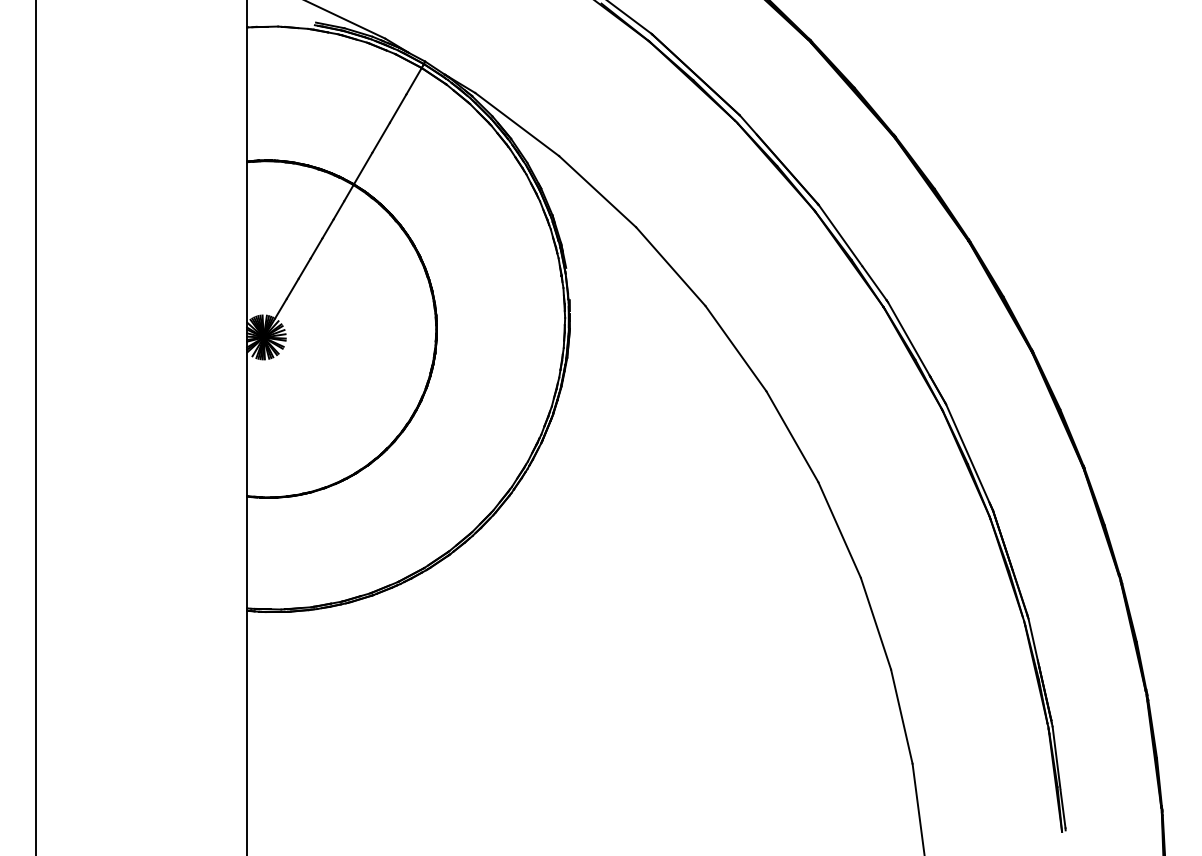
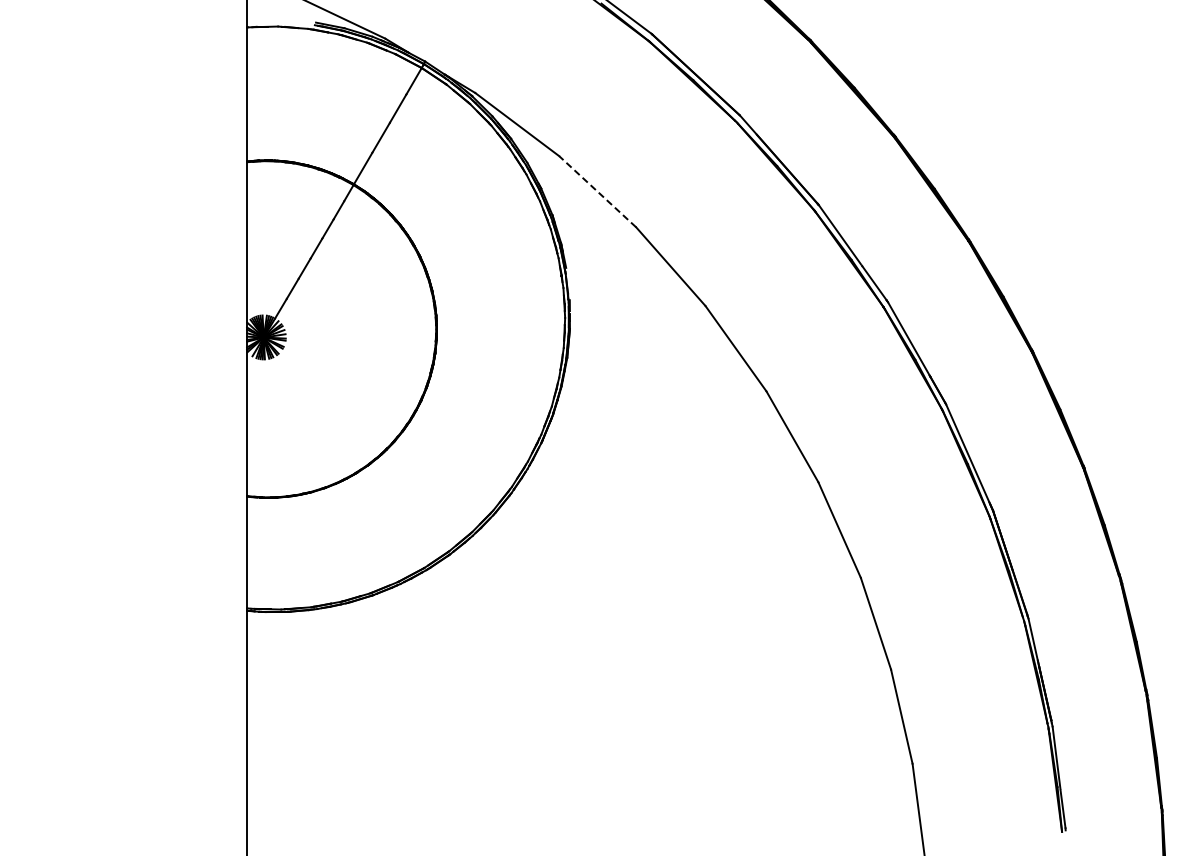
line at (597, 191): solid -> dashed
line at (36, 427): present -> none
